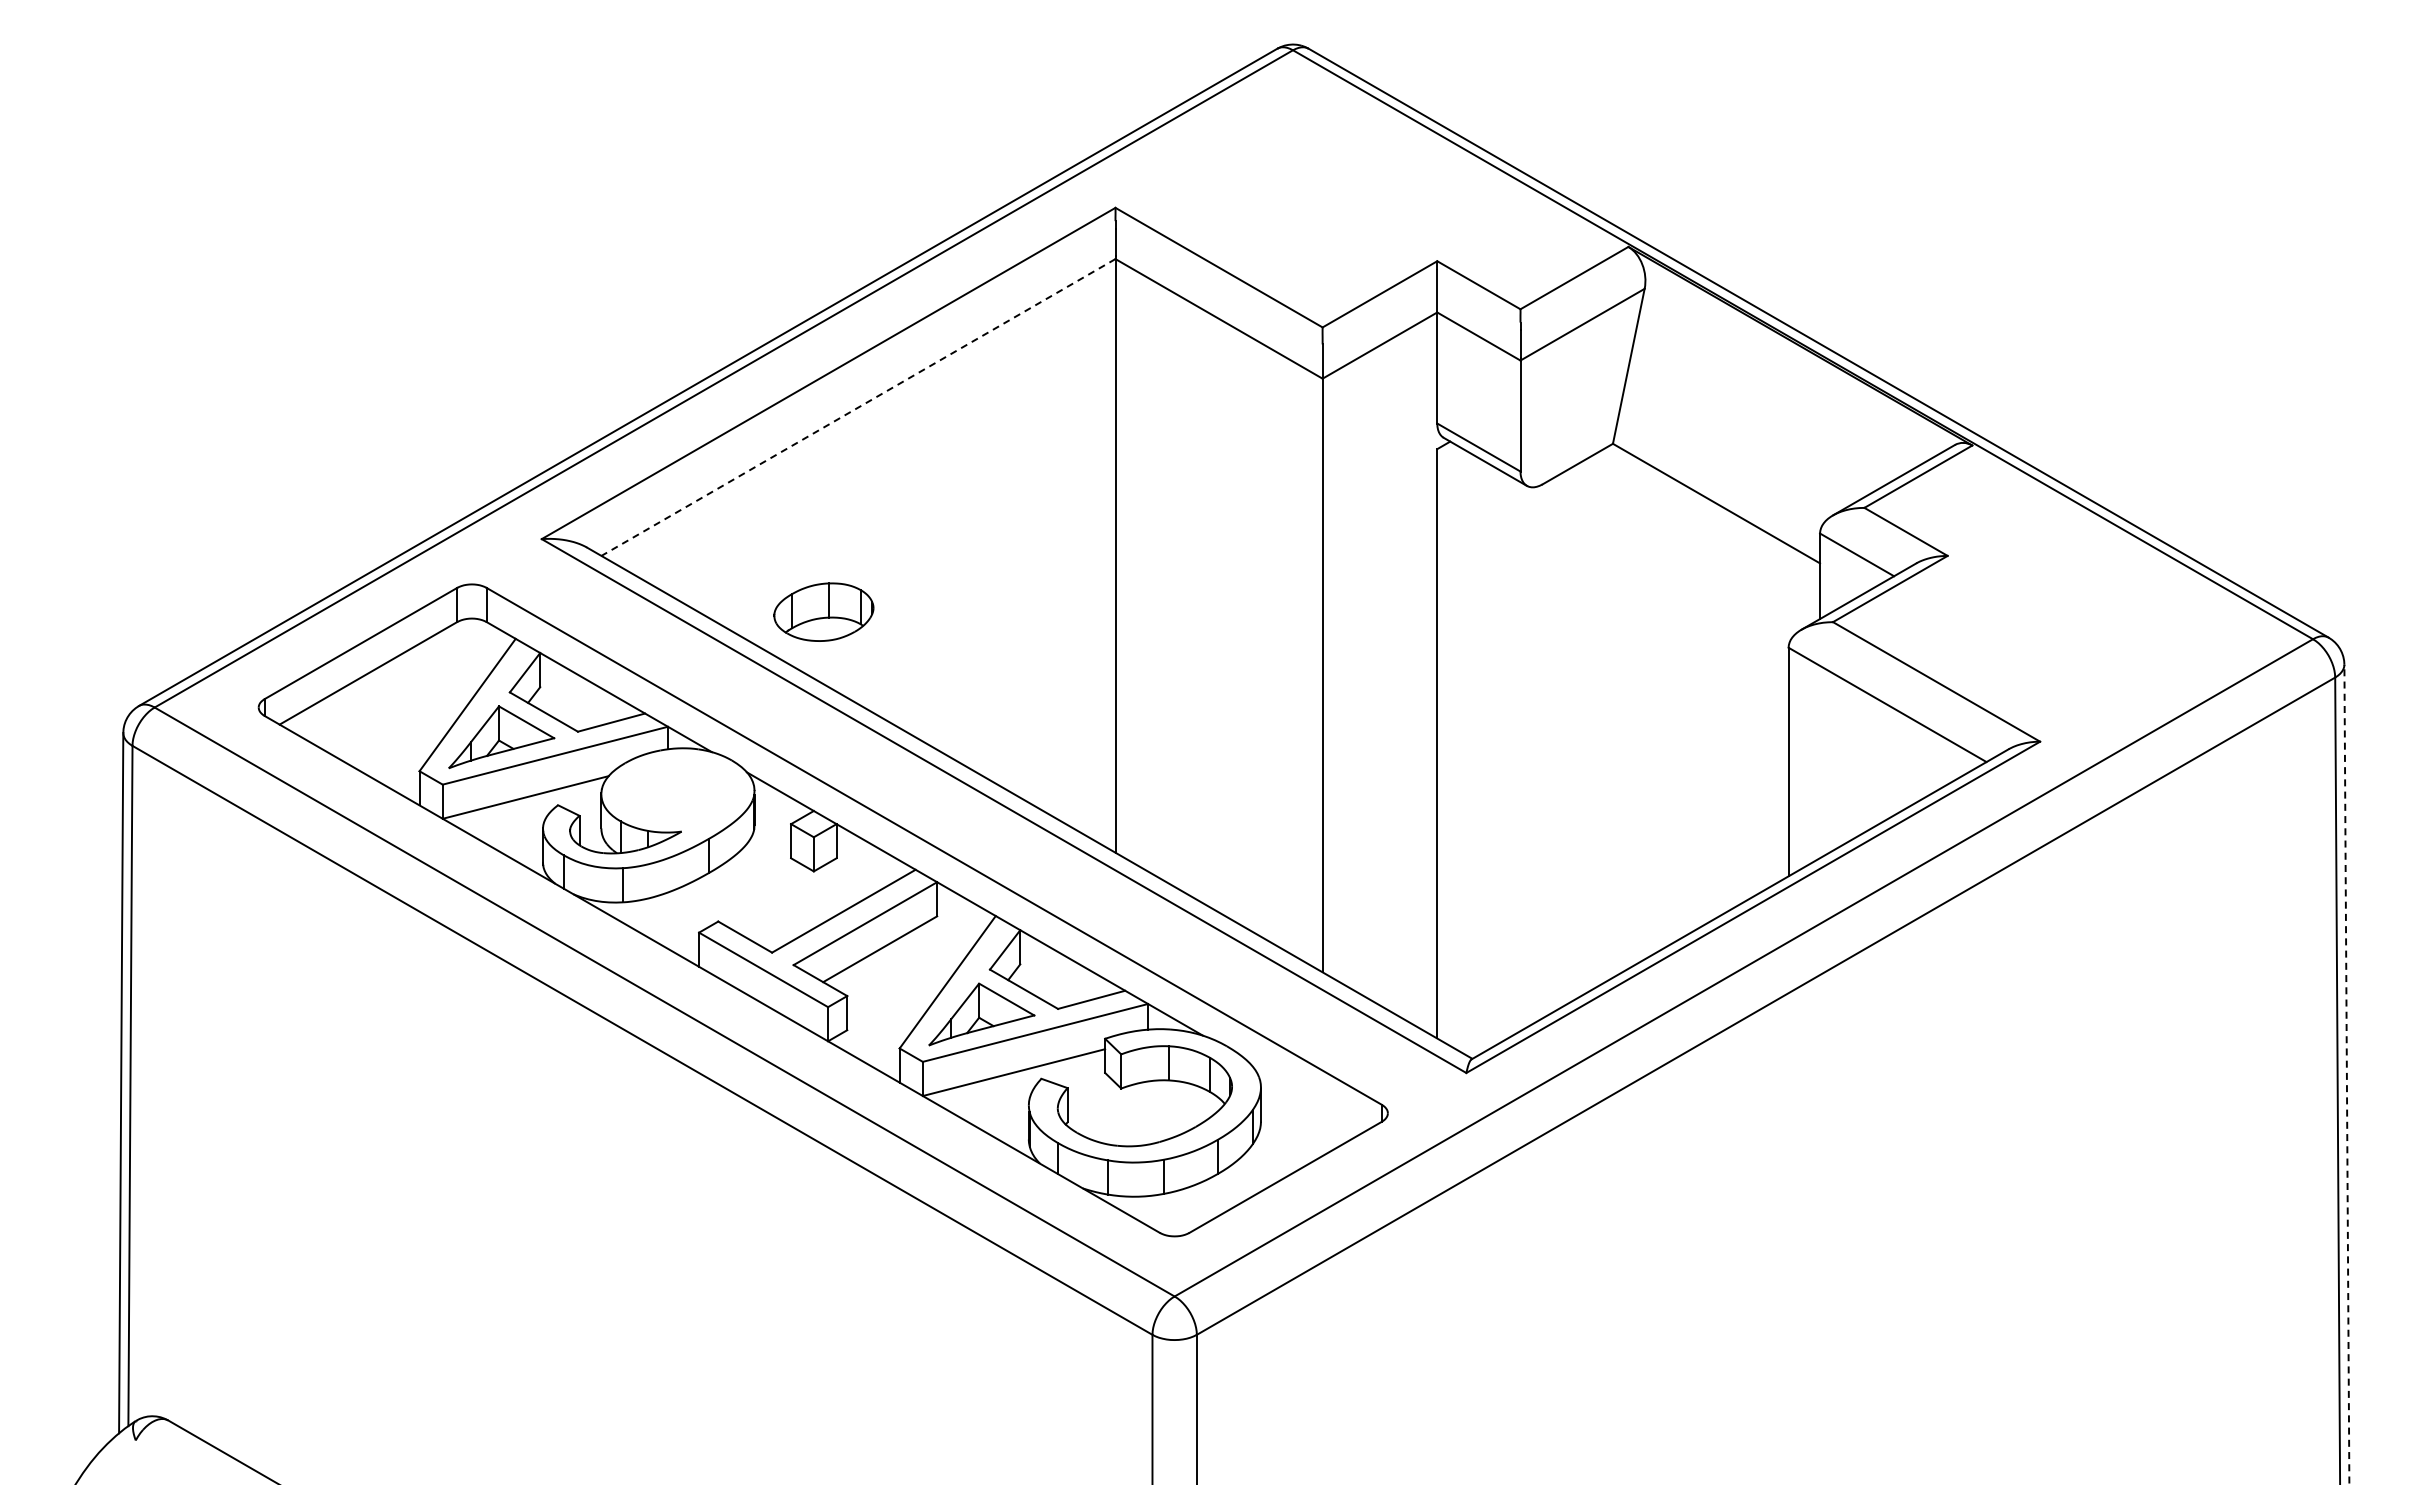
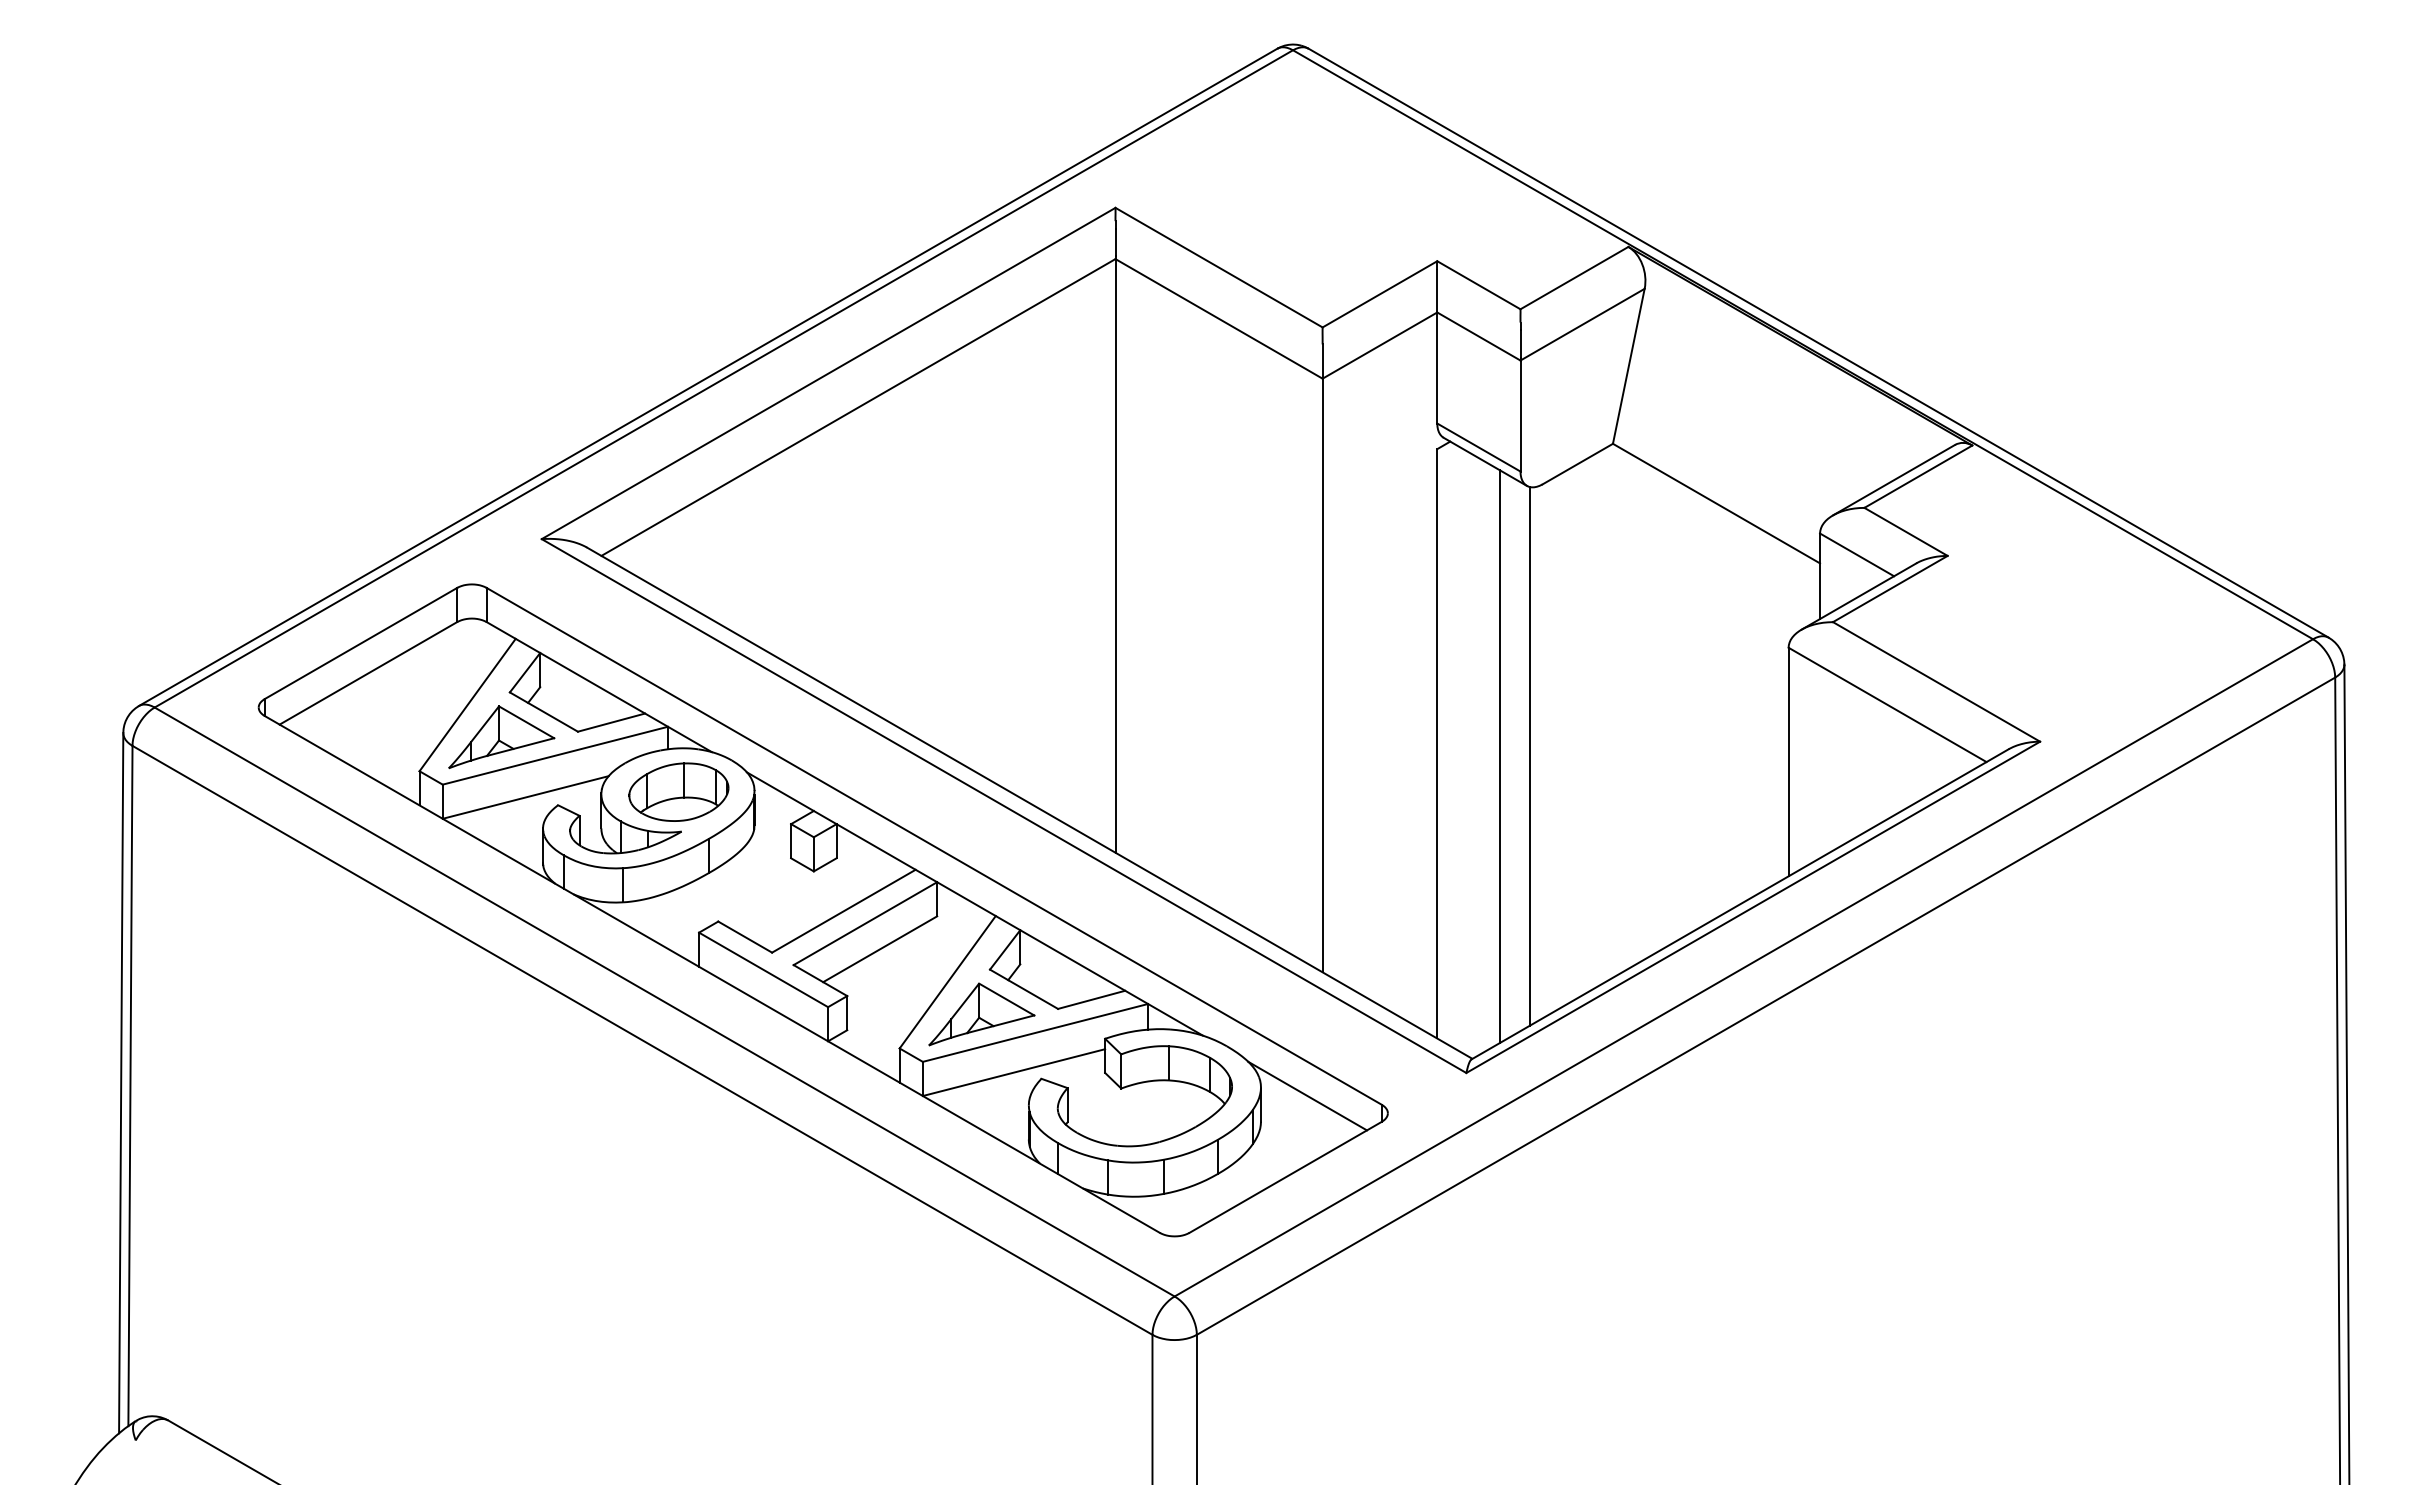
line at (858, 407): dashed -> solid
part at (823, 611) position: (823, 611) -> (678, 791)
line at (1529, 755): none -> present
line at (1500, 756): none -> present
line at (2346, 1074): dashed -> solid
line at (1307, 1095): none -> present
